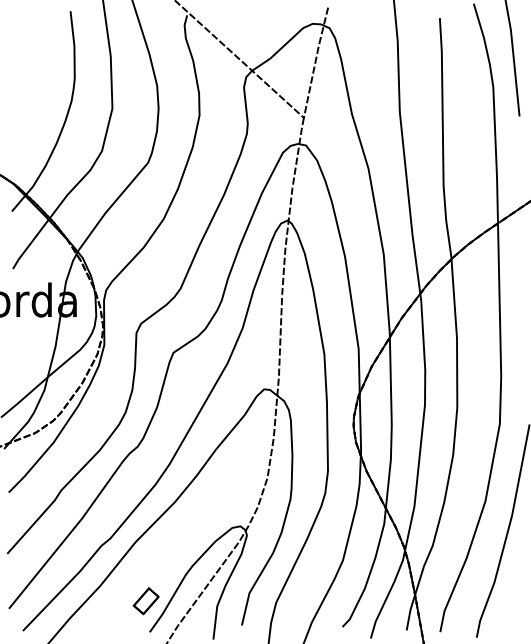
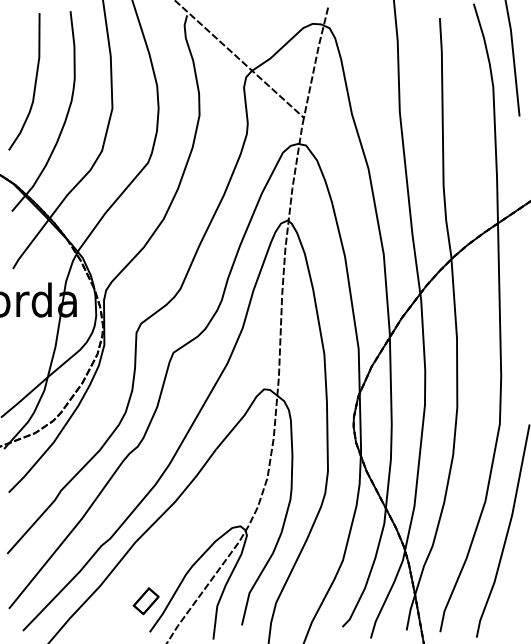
curve at (34, 82): none -> present
